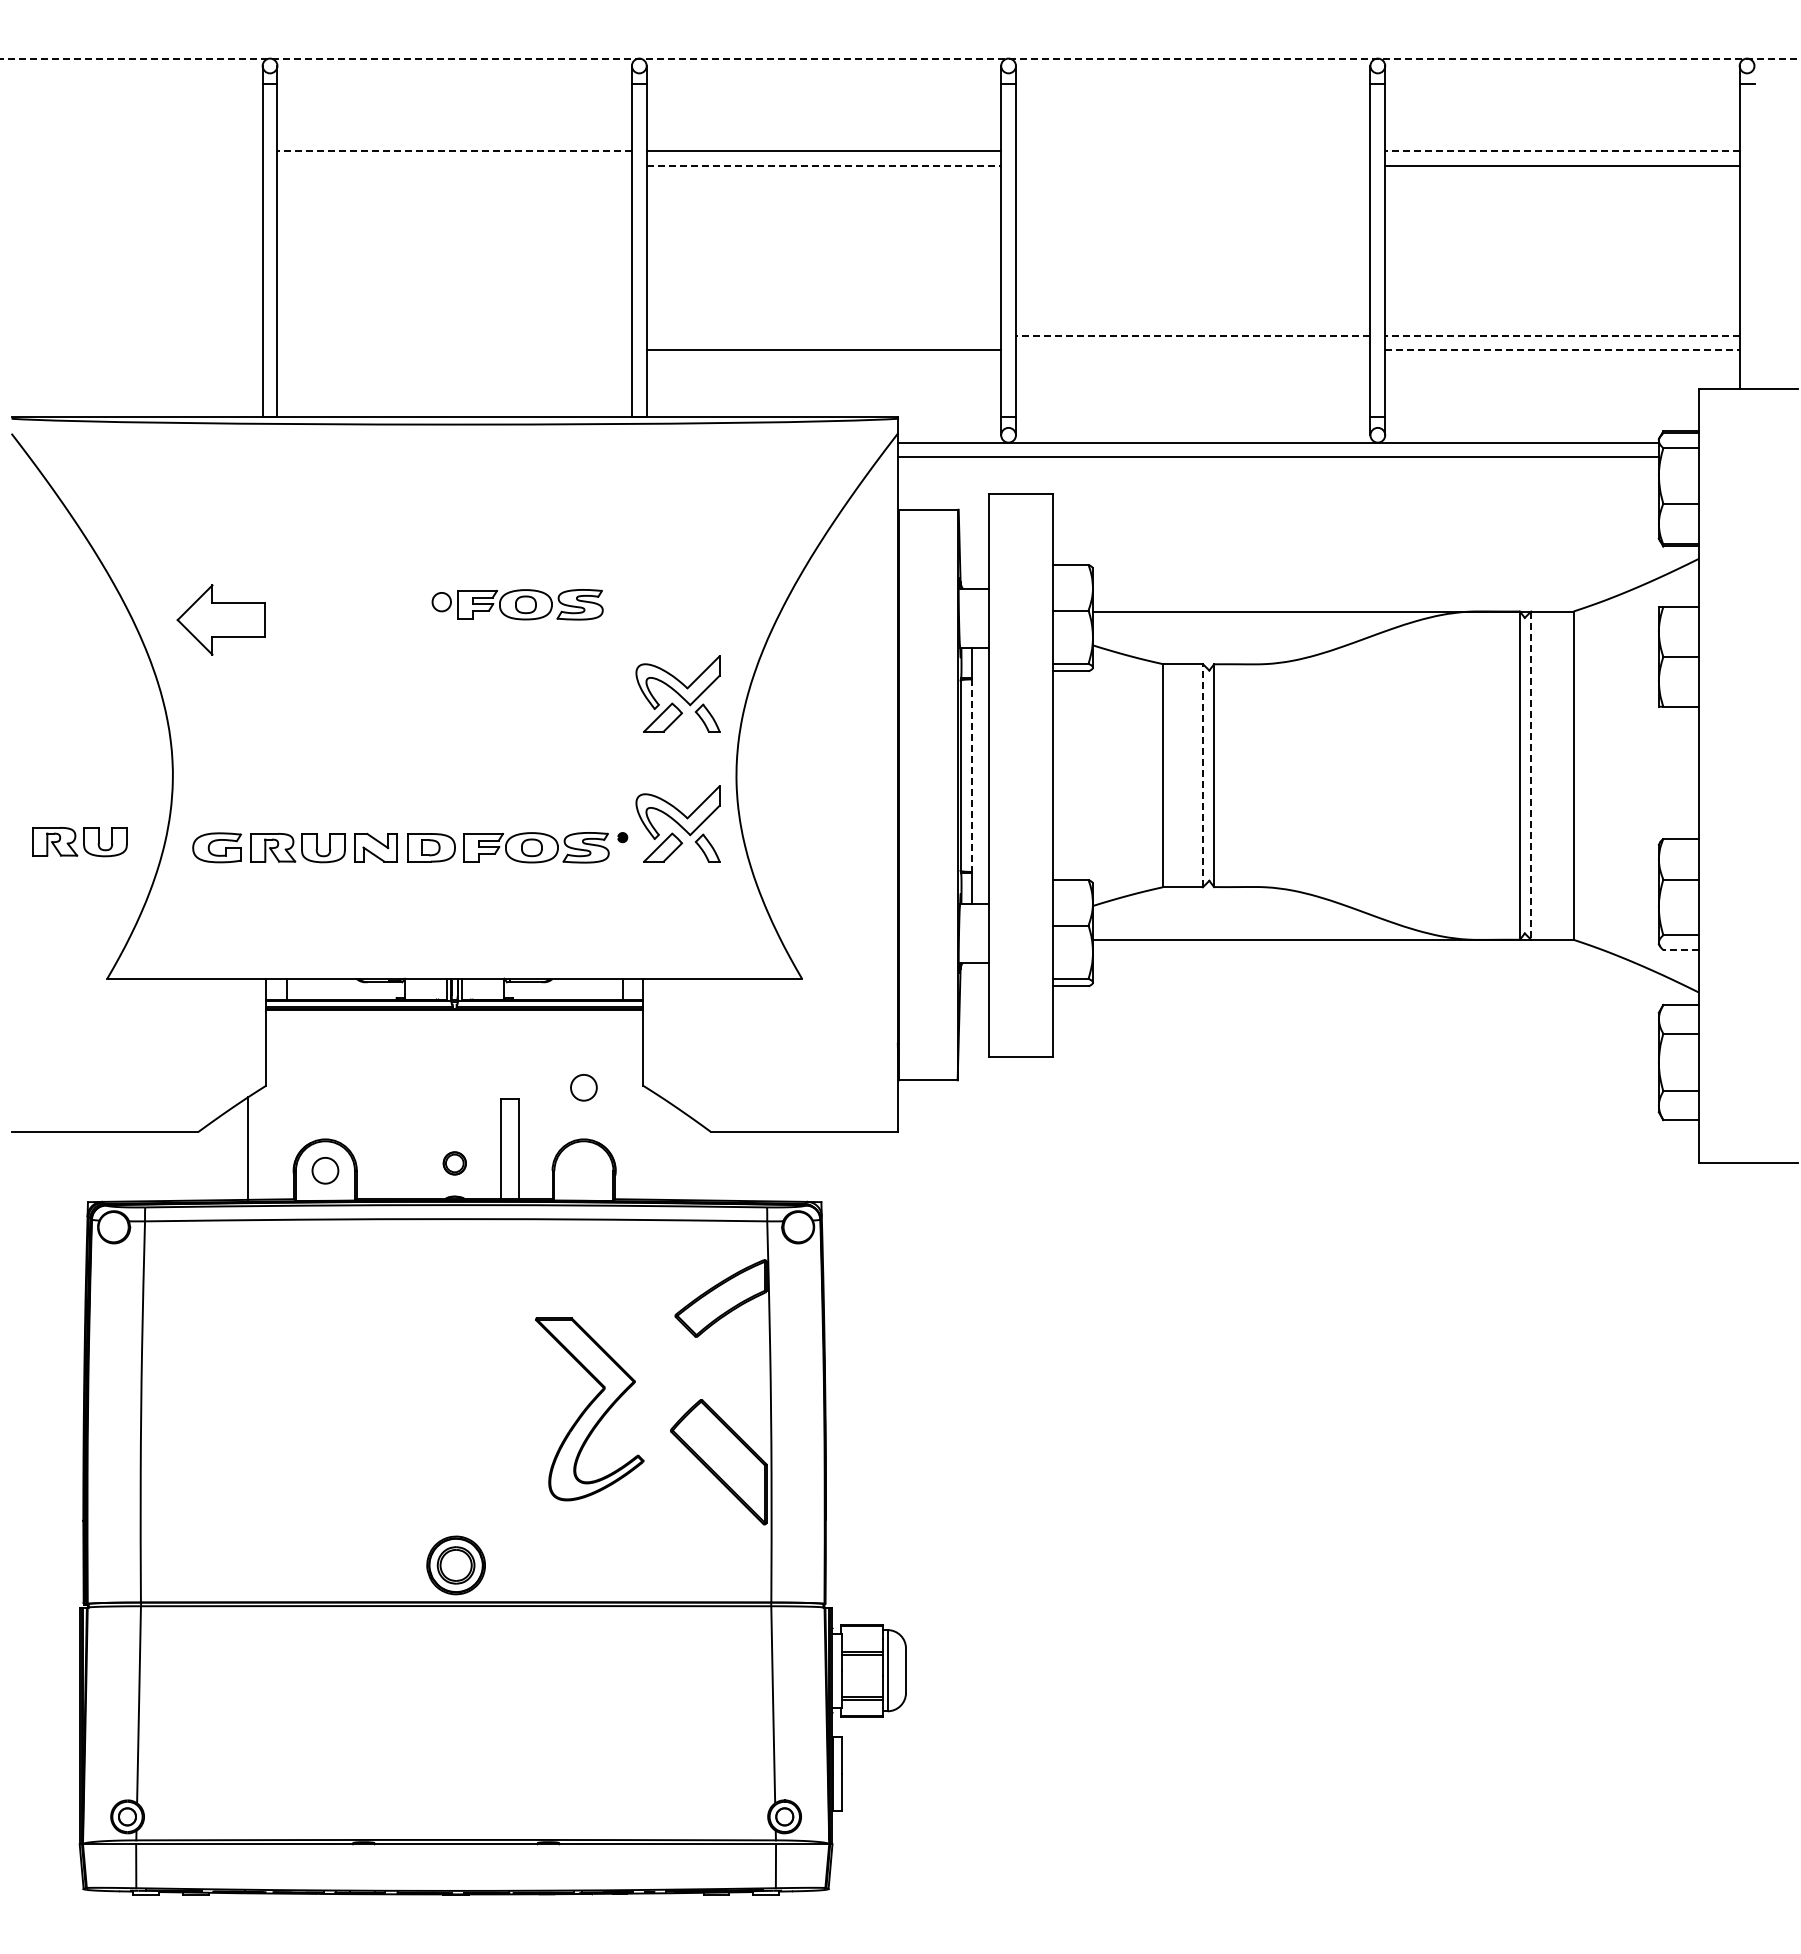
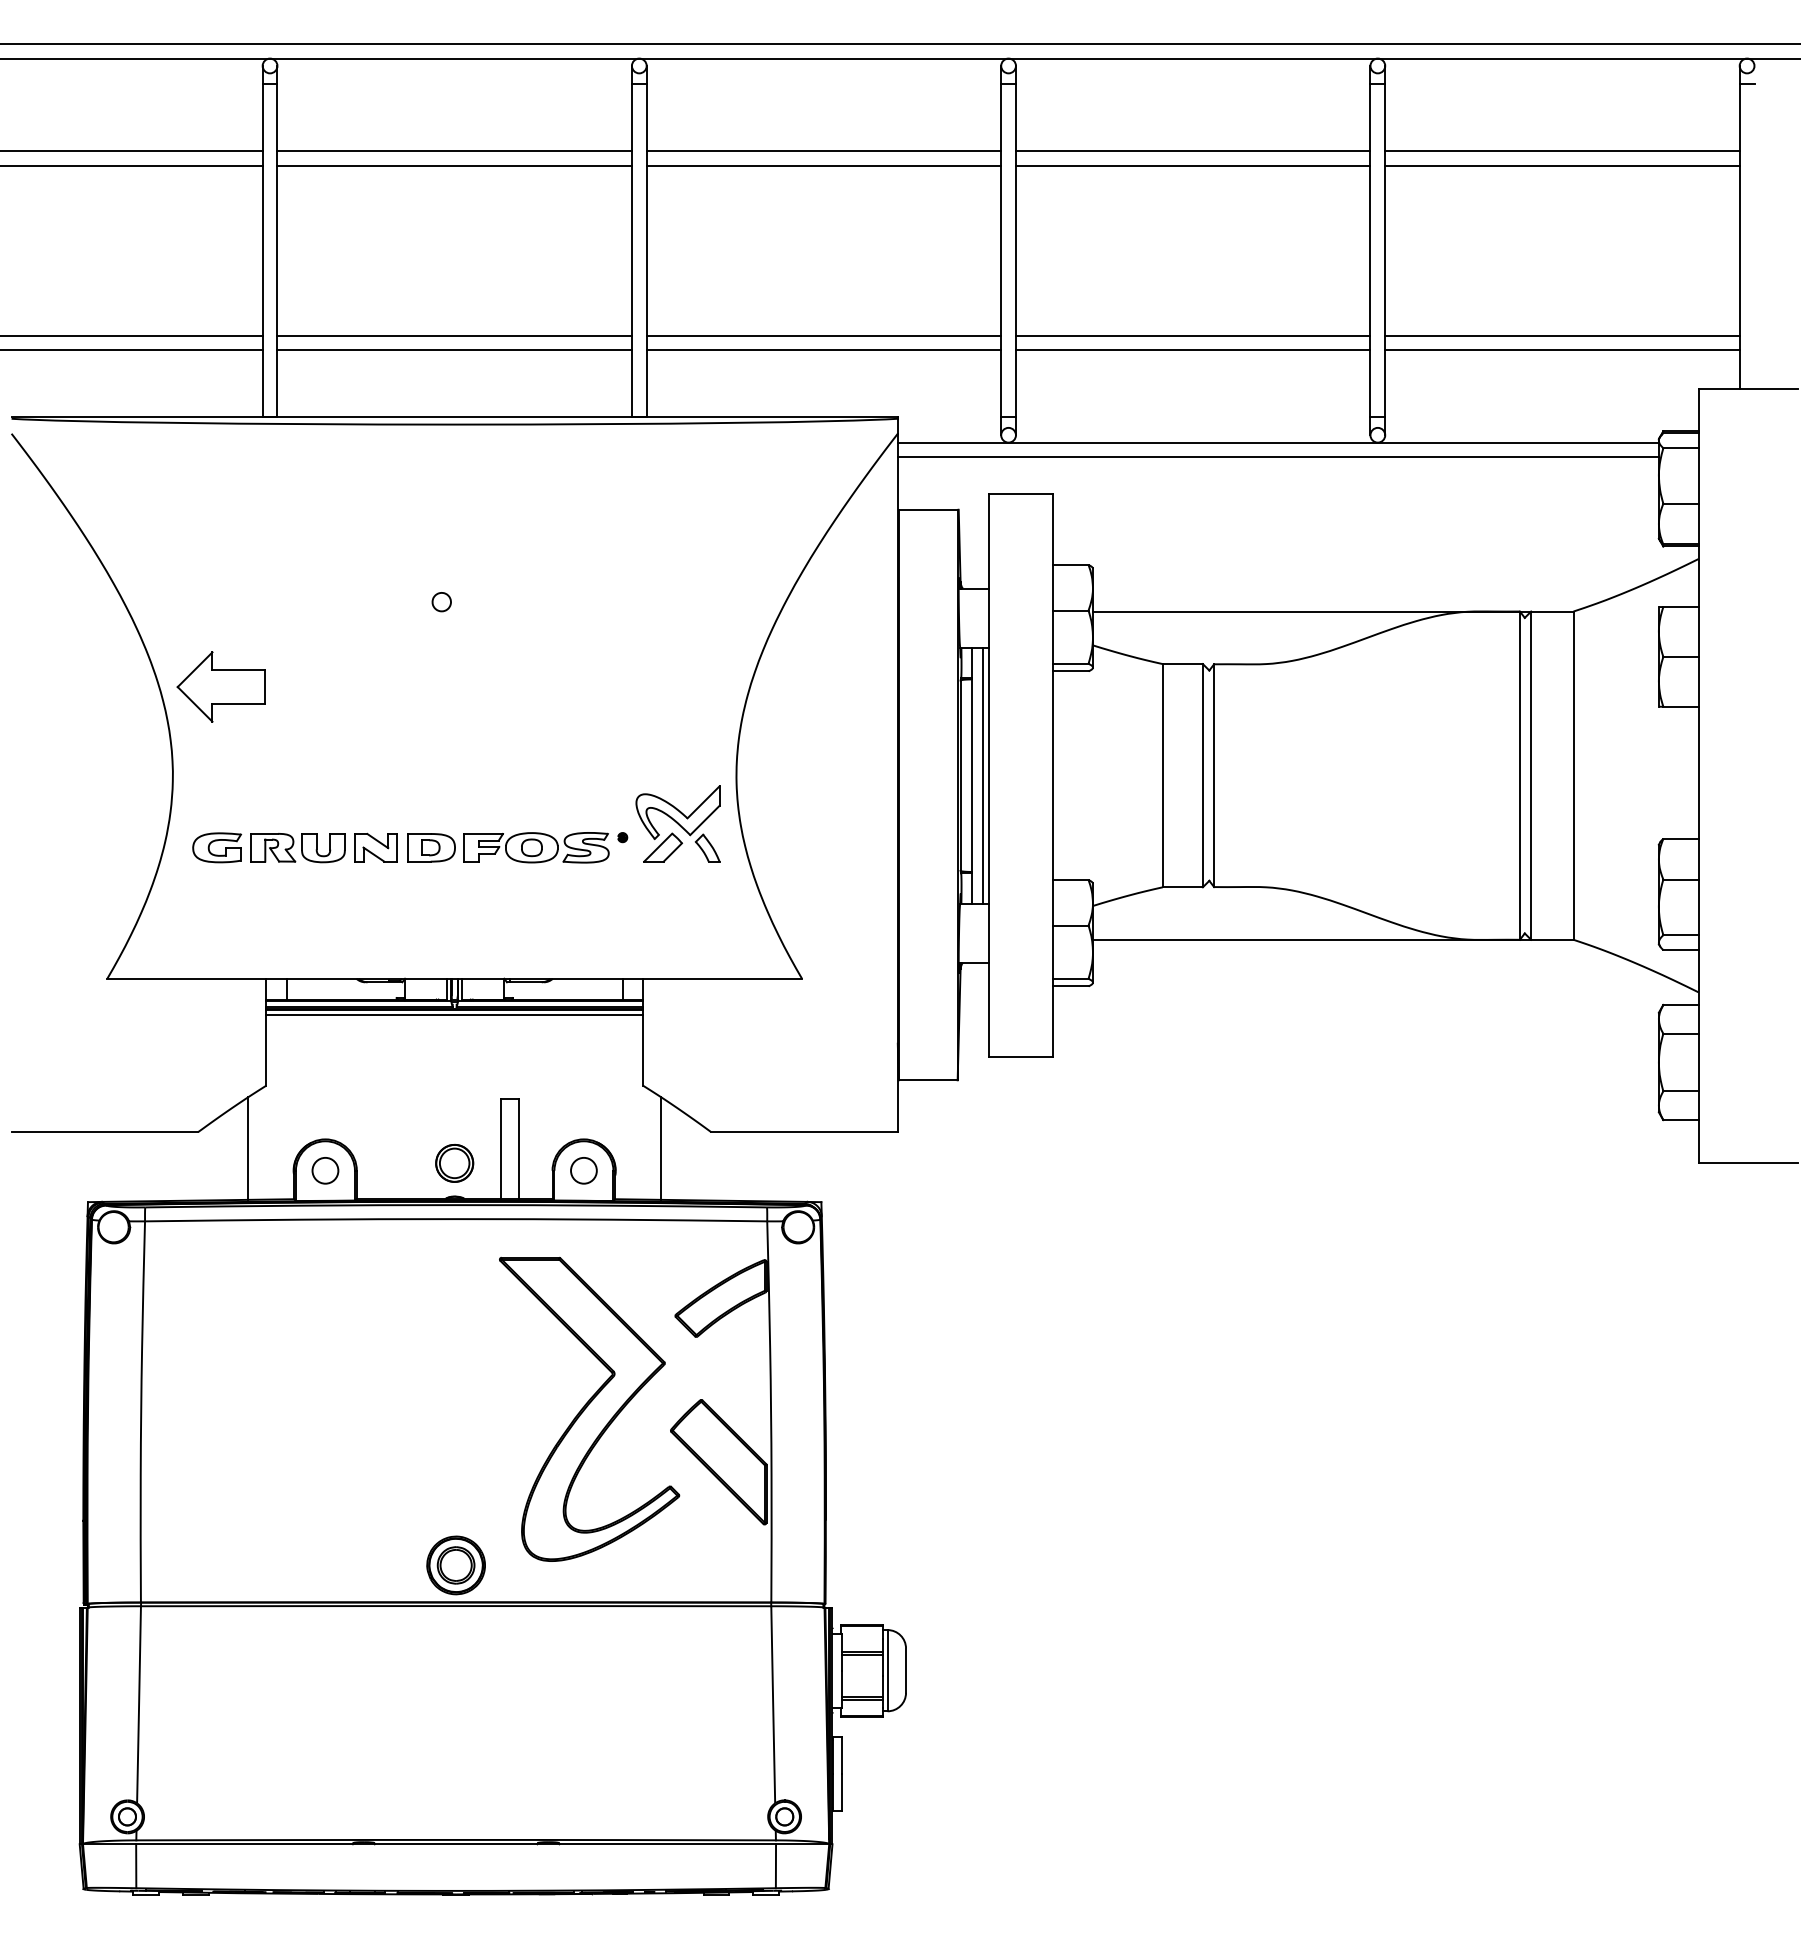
line at (899, 43): none -> present
line at (900, 58): dashed -> solid
line at (132, 150): none -> present
line at (454, 150): dashed -> solid
line at (1192, 150): none -> present
line at (1561, 150): dashed -> solid
line at (132, 165): none -> present
line at (454, 165): none -> present
line at (824, 165): dashed -> solid
line at (1192, 165): none -> present
line at (132, 335): none -> present
line at (454, 335): none -> present
line at (823, 335): none -> present
line at (1192, 335): dashed -> solid
line at (1561, 335): dashed -> solid
line at (132, 350): none -> present
line at (454, 350): none -> present
line at (1192, 350): none -> present
line at (1562, 350): dashed -> solid
part at (530, 604): present -> none
part at (220, 619) position: (220, 619) -> (220, 686)
part at (677, 693): present -> none
line at (982, 775): none -> present
line at (1202, 775): dashed -> solid
line at (971, 776): dashed -> solid
line at (1531, 776): dashed -> solid
part at (79, 842): present -> none
line at (1680, 950): dashed -> solid
line at (454, 1015): none -> present
circle at (583, 1087) position: (583, 1087) -> (583, 1170)
line at (661, 1148): none -> present
part at (454, 1163) size: 25x25 px -> 40x39 px
part at (589, 1409) size: 110x185 px -> 182x305 px
